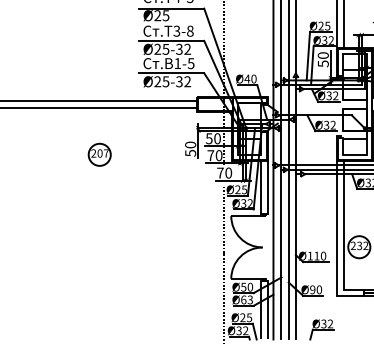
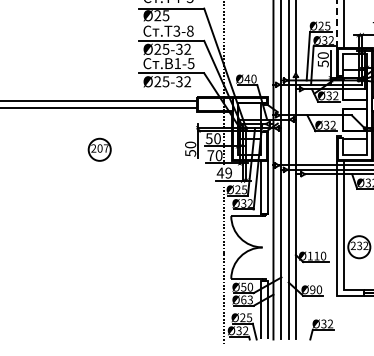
line at (337, 23): solid -> dashed
part at (99, 154) position: (99, 154) -> (99, 149)
text at (223, 172): 70 -> 49
